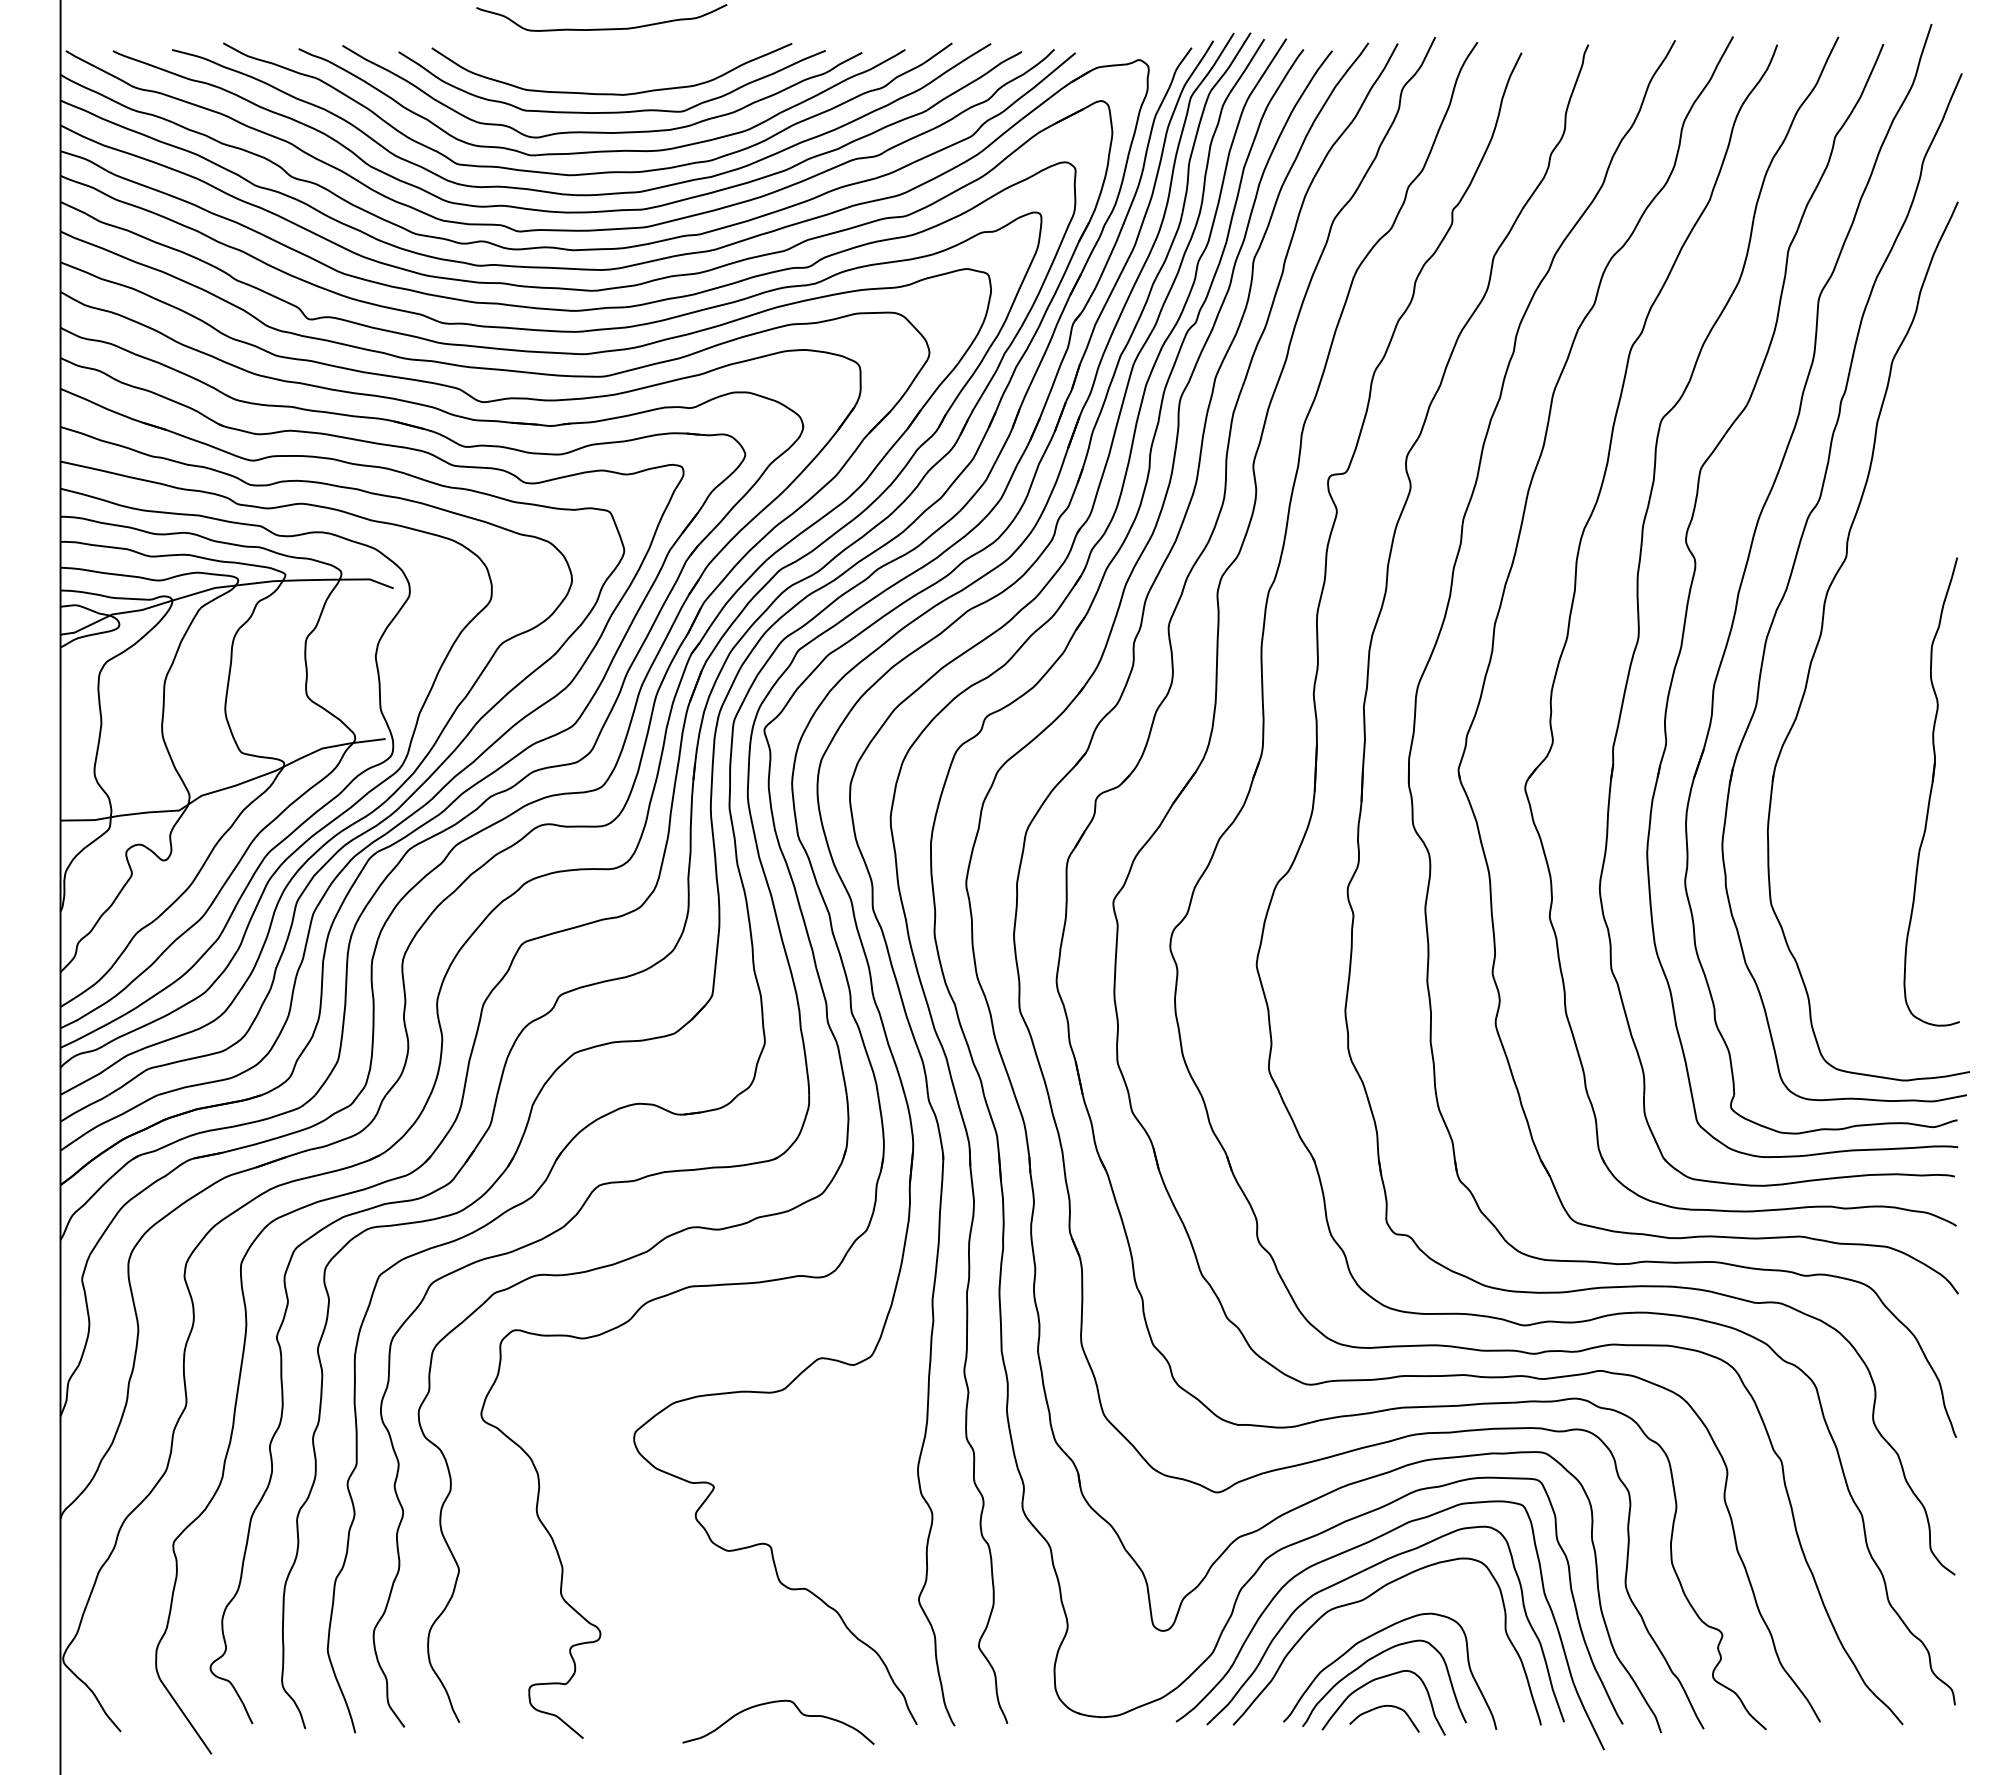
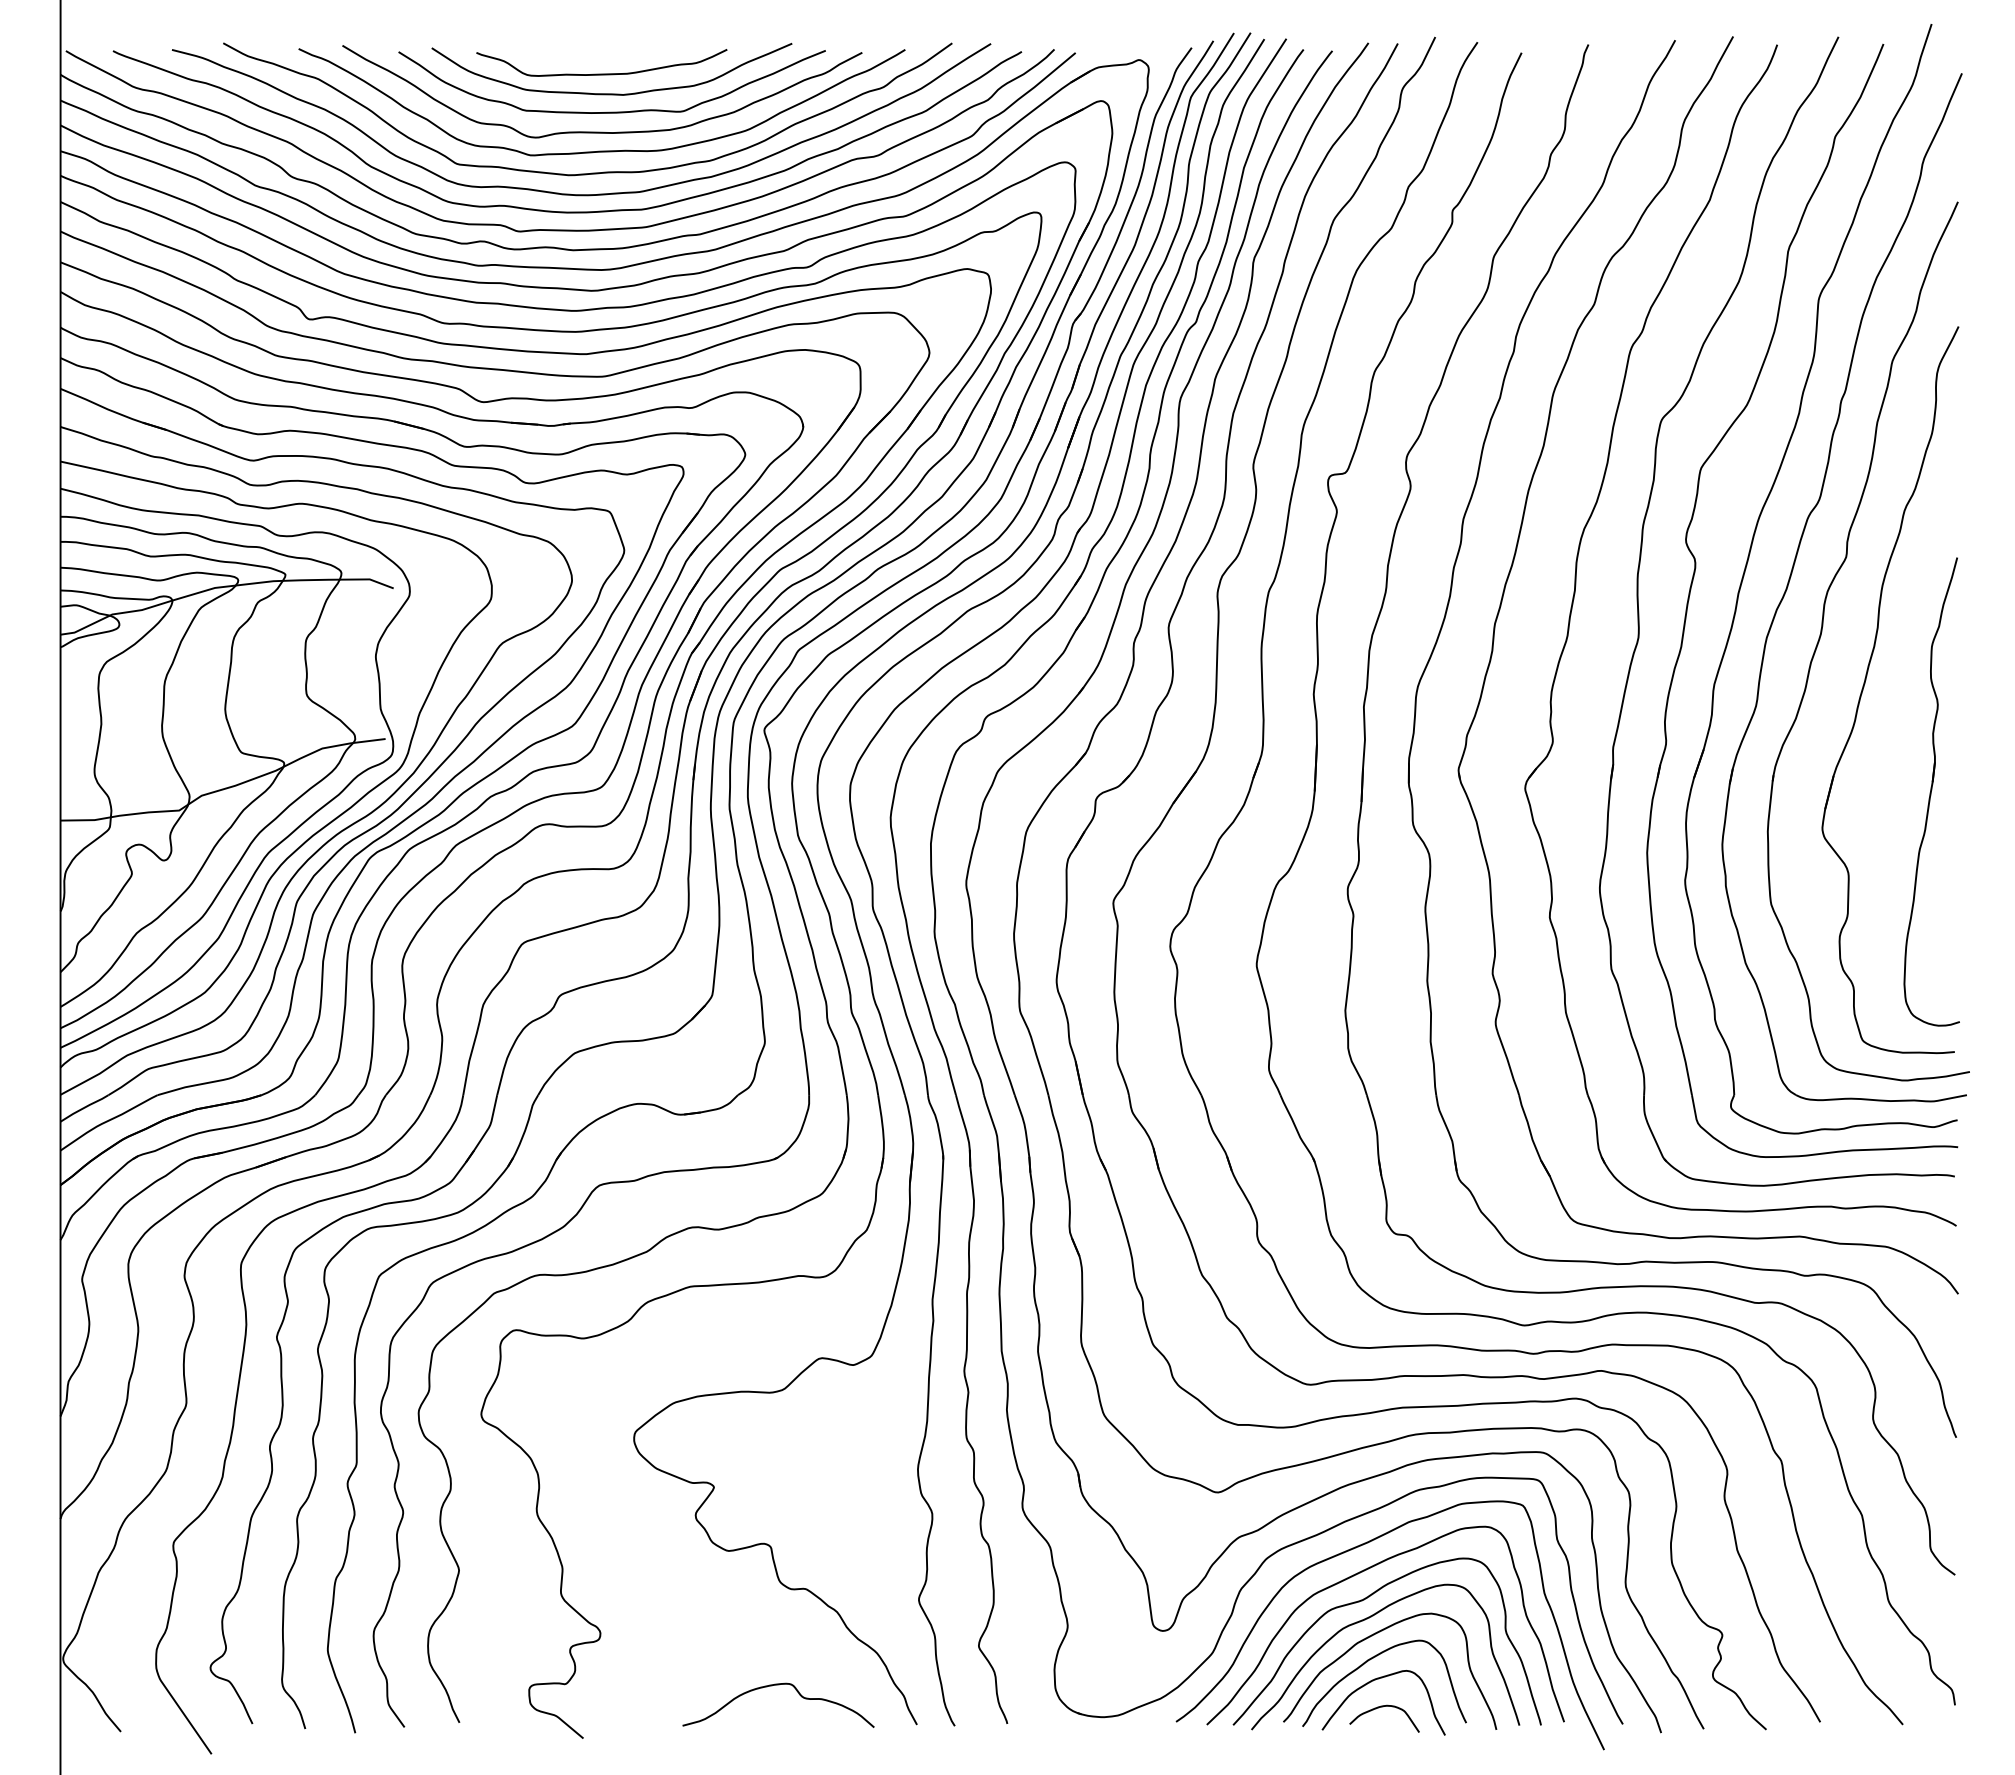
curve at (601, 28) position: (601, 28) -> (601, 73)
part at (1865, 684): none -> present
curve at (1367, 1619): none -> present
curve at (772, 1703) position: (772, 1703) -> (772, 1686)
